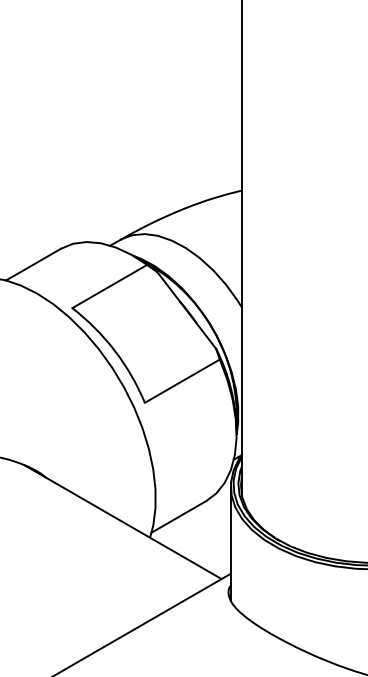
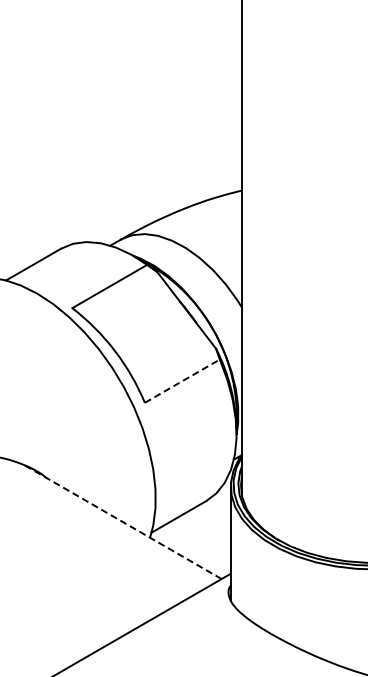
line at (182, 380): solid -> dashed
line at (122, 521): solid -> dashed
